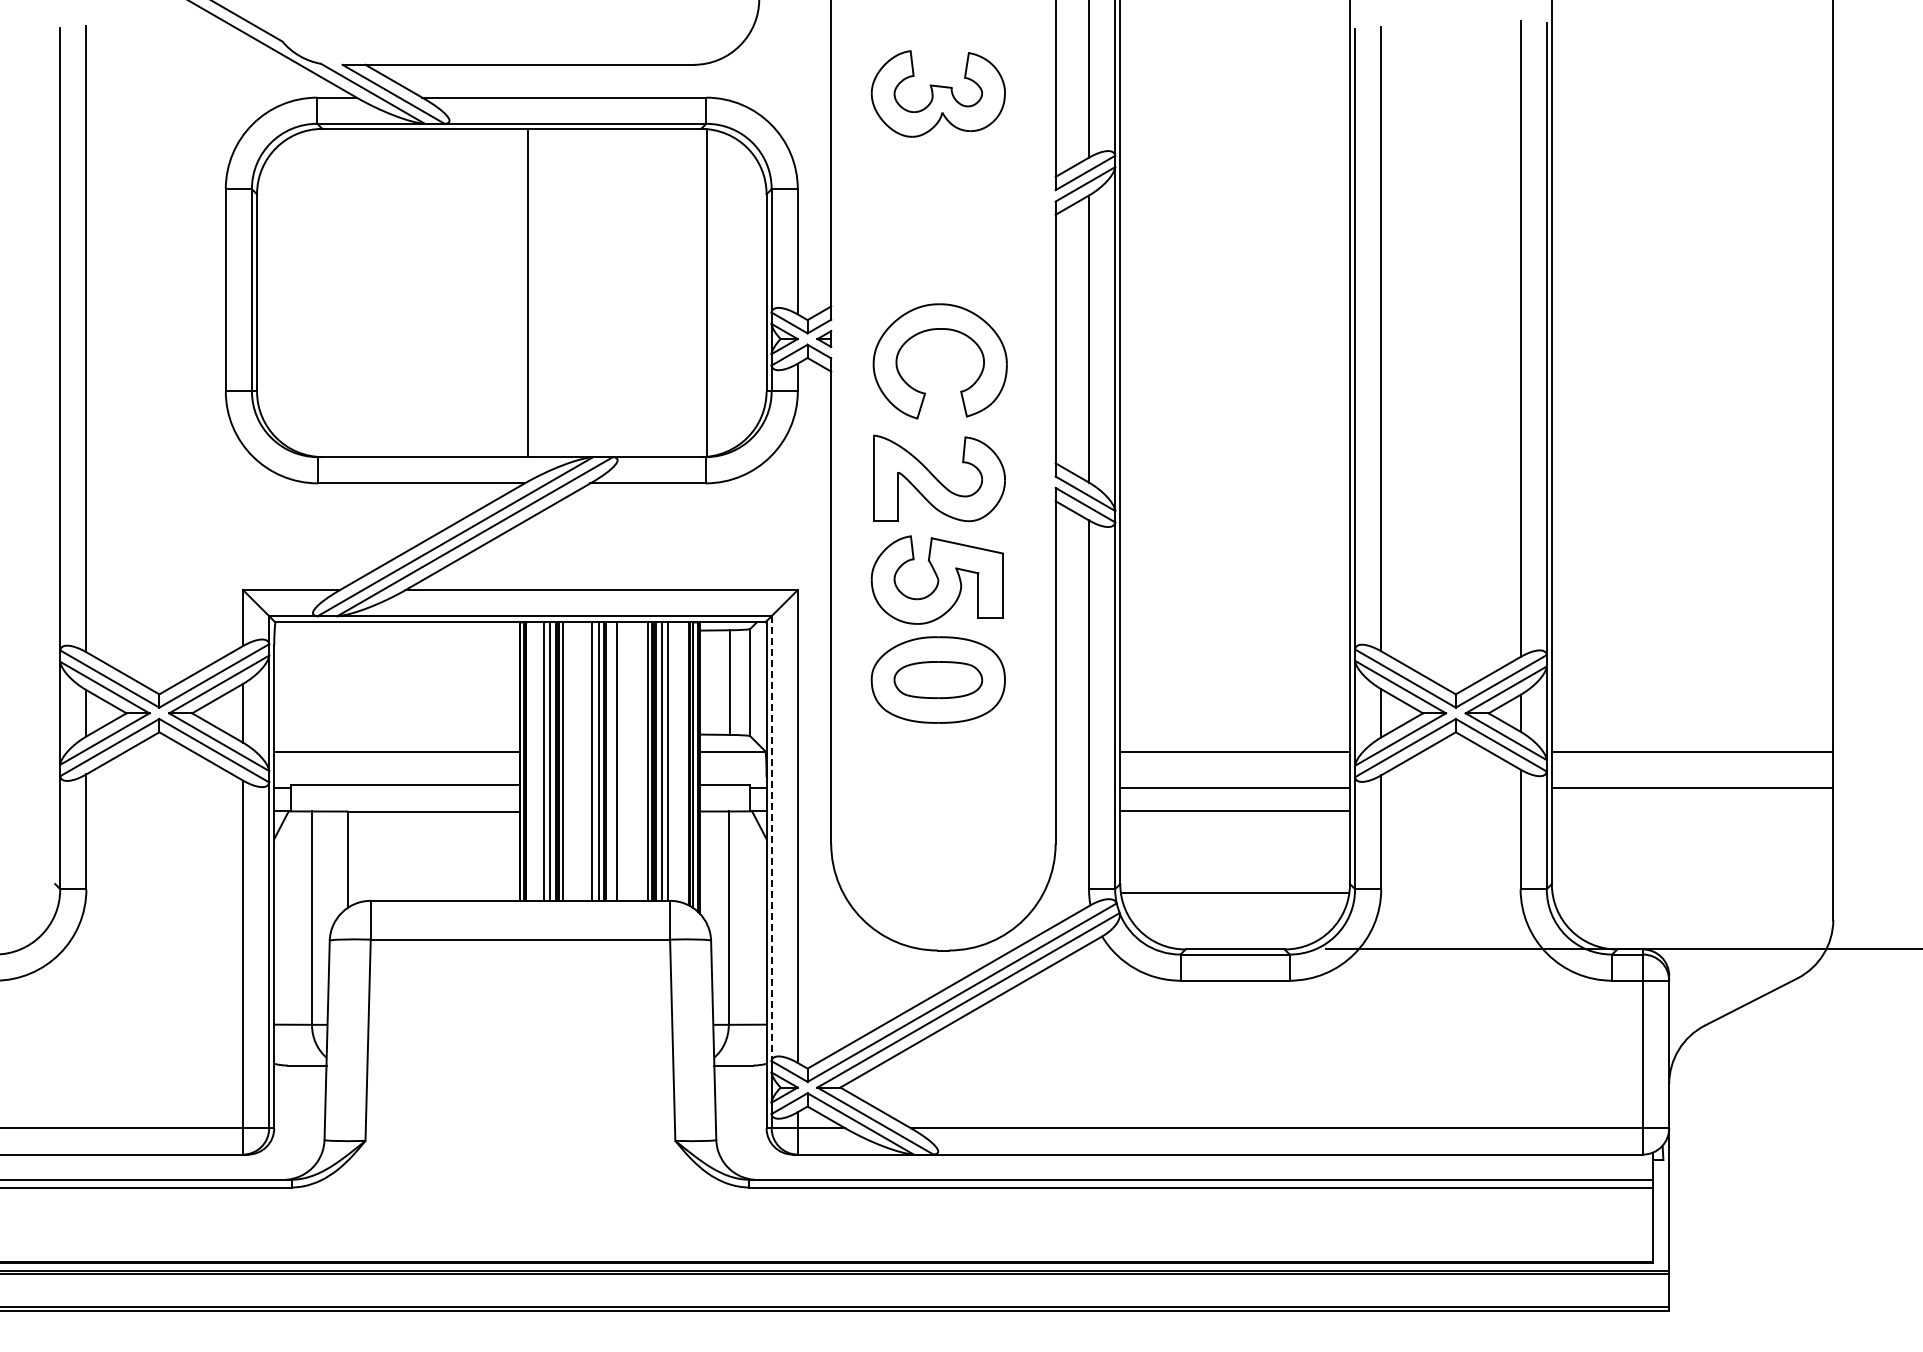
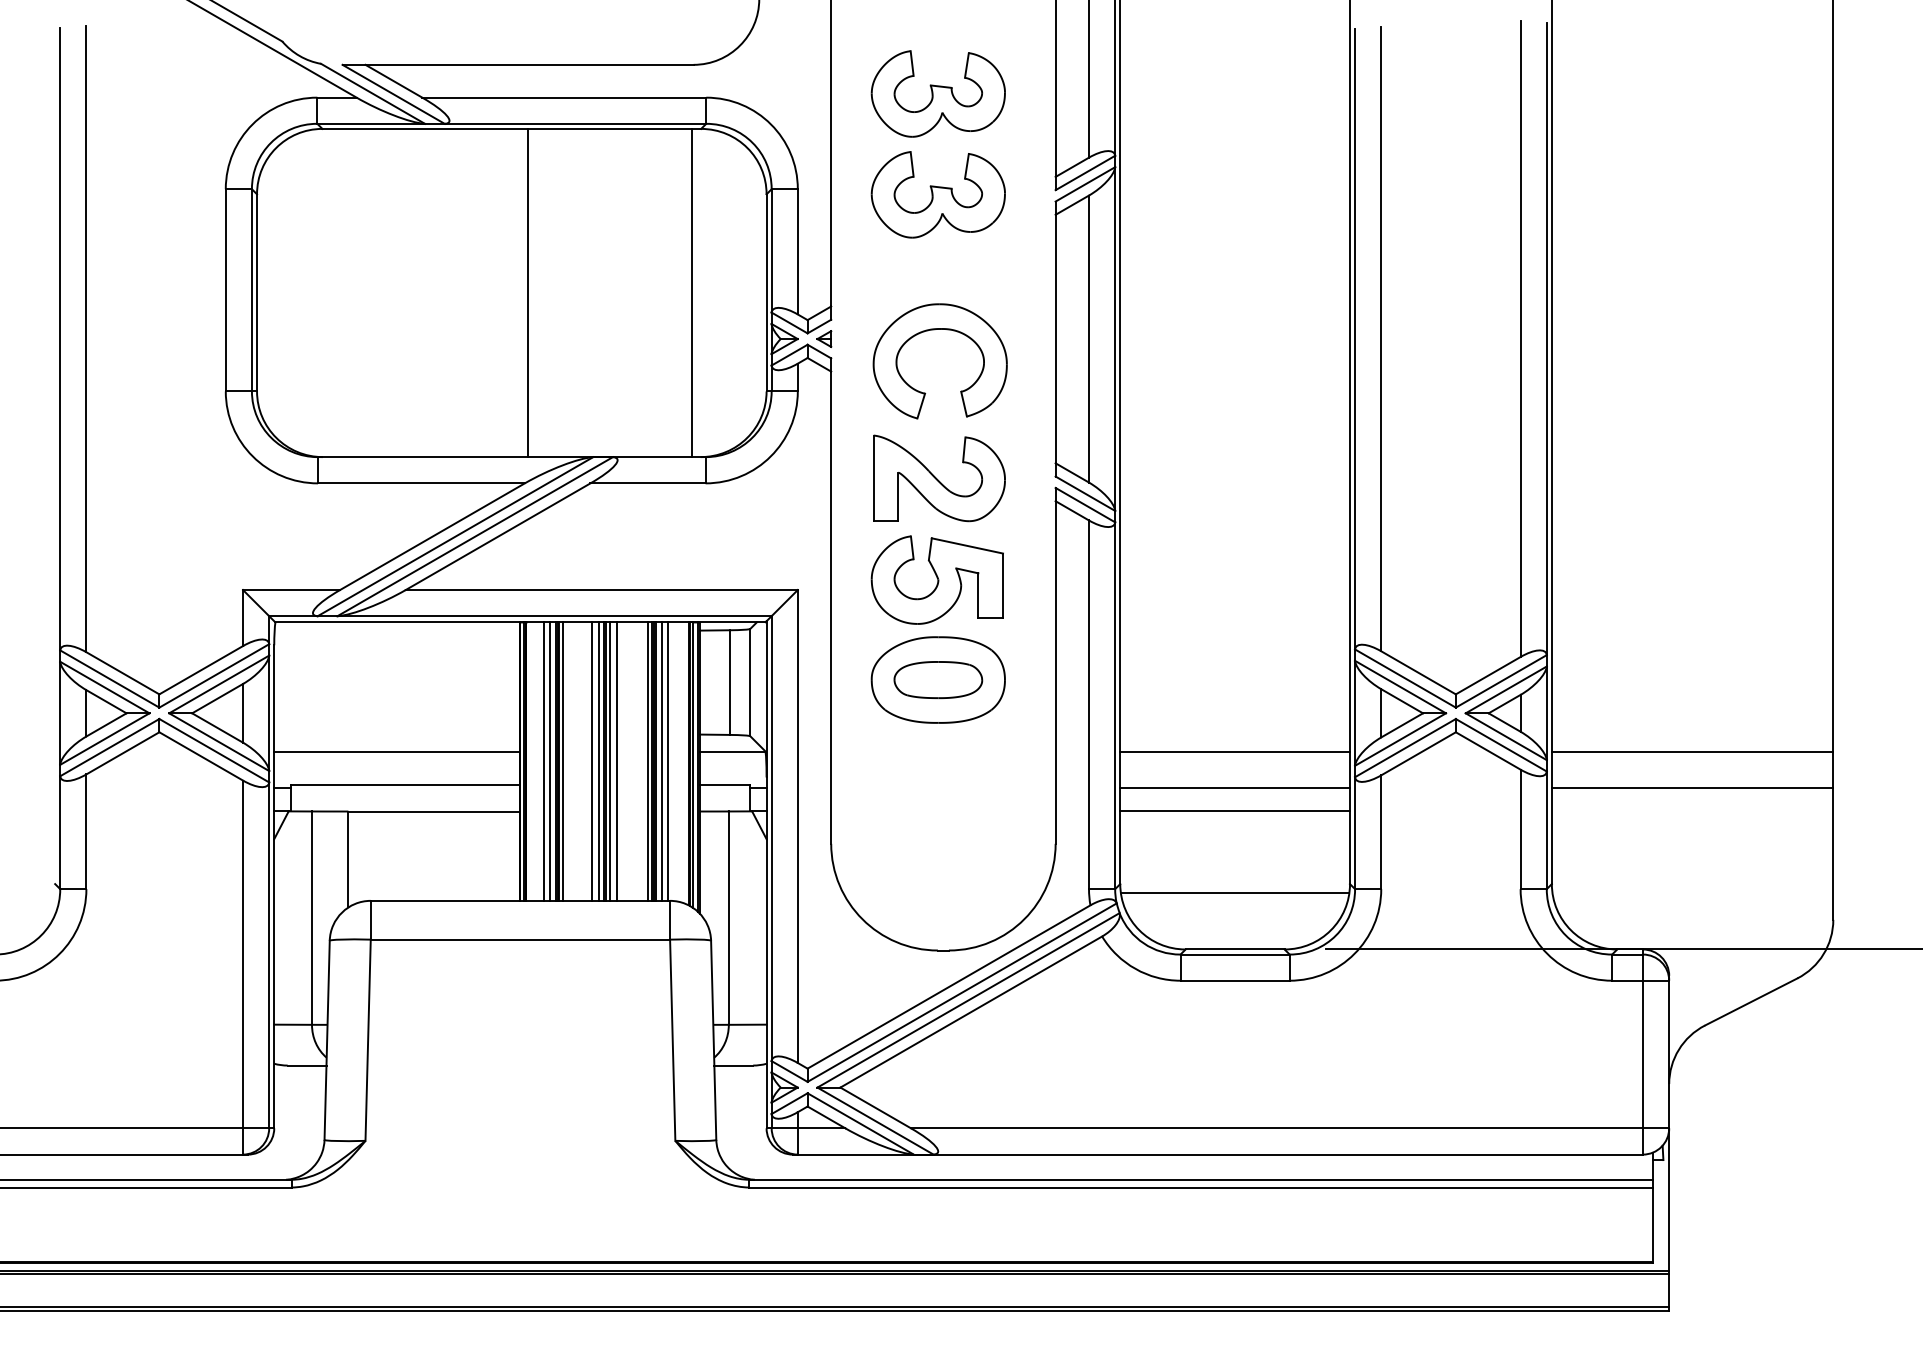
part at (937, 194): none -> present
line at (707, 292) position: (707, 292) -> (692, 292)
line at (610, 761): none -> present
line at (771, 838): dashed -> solid
